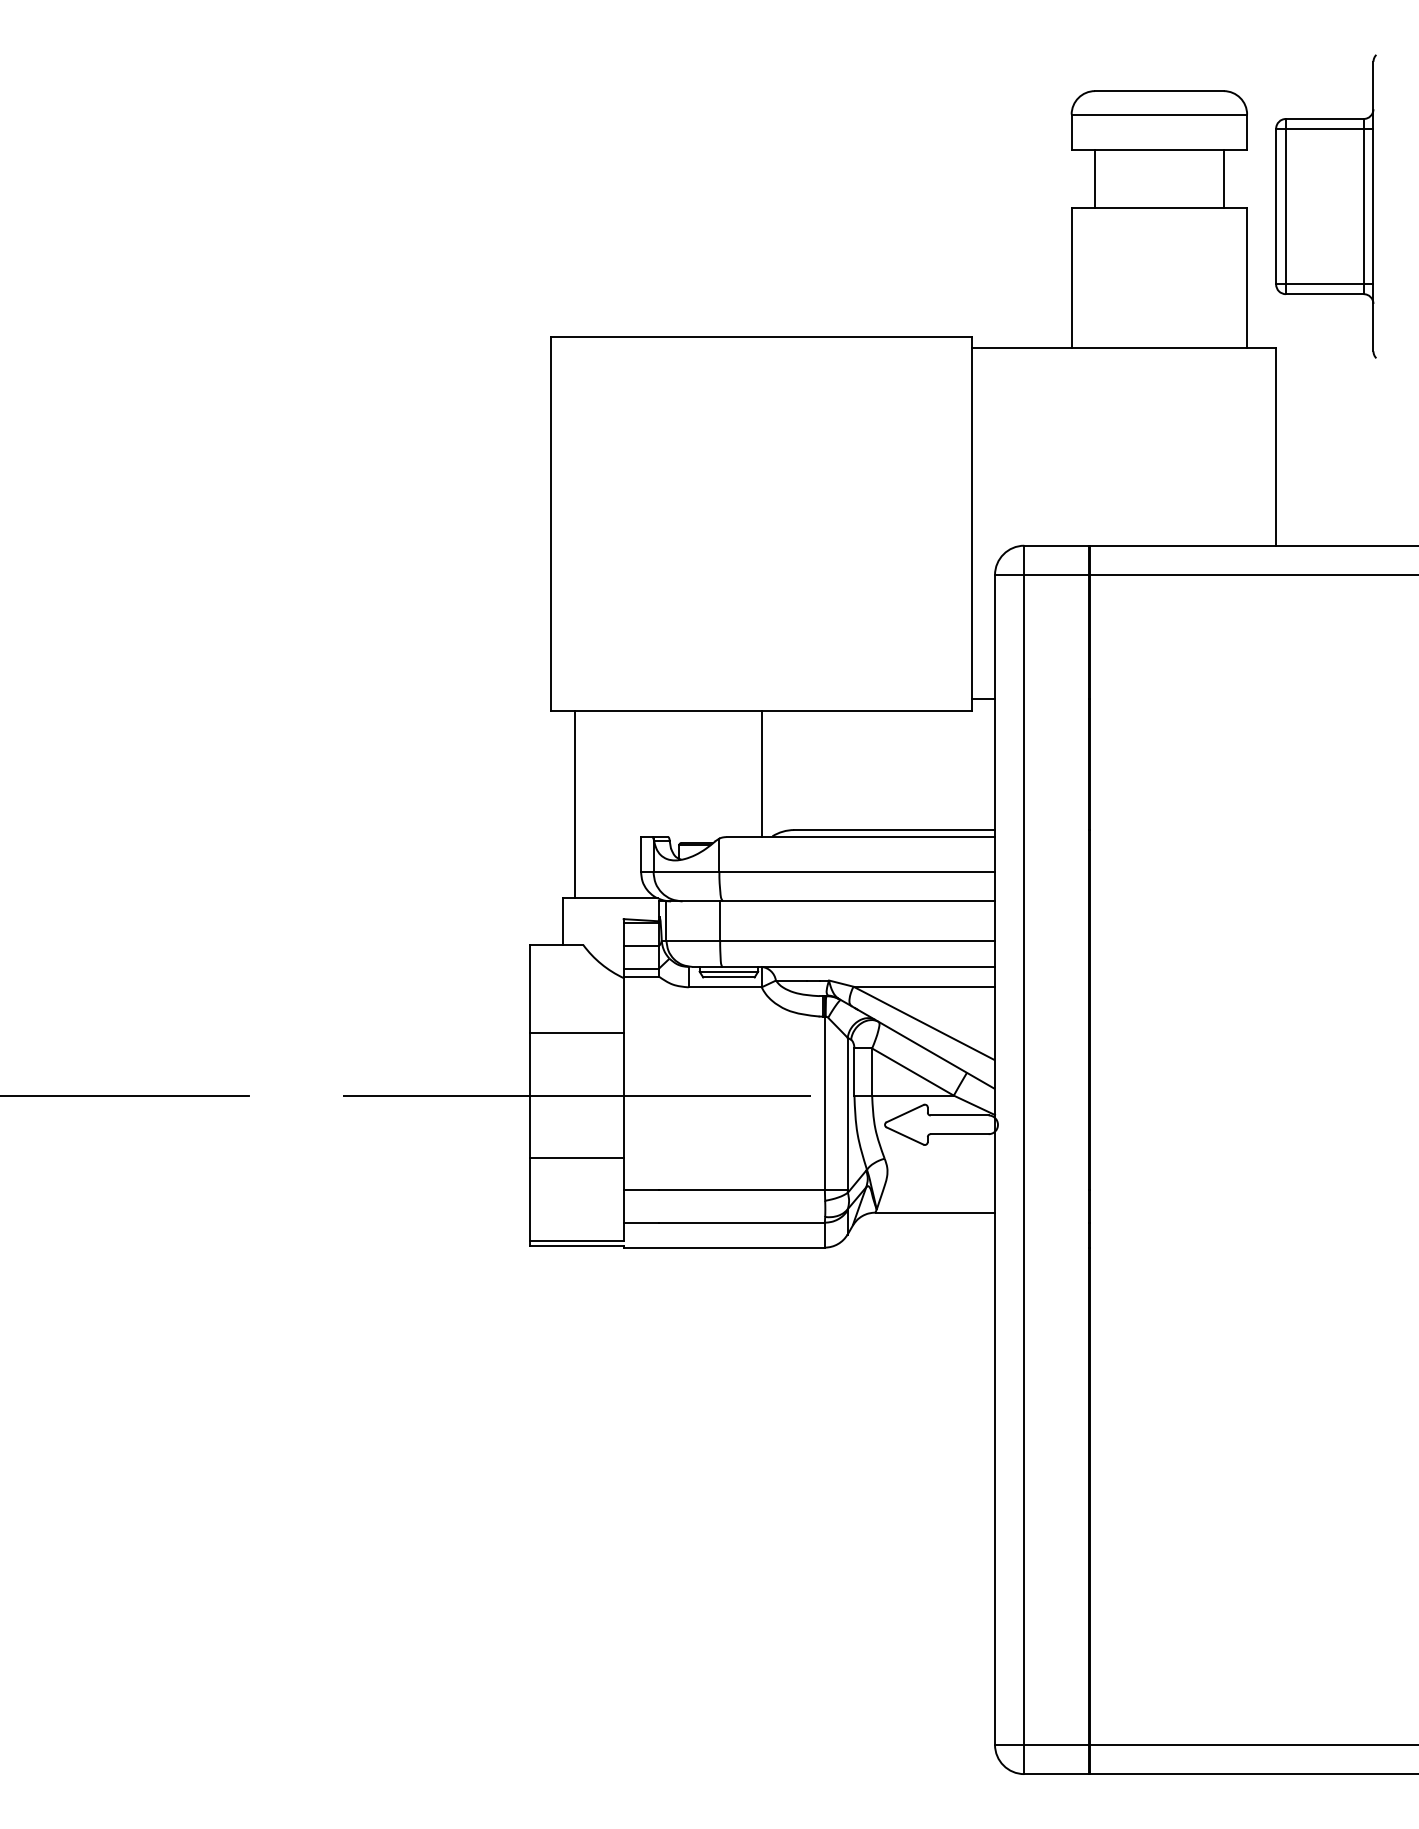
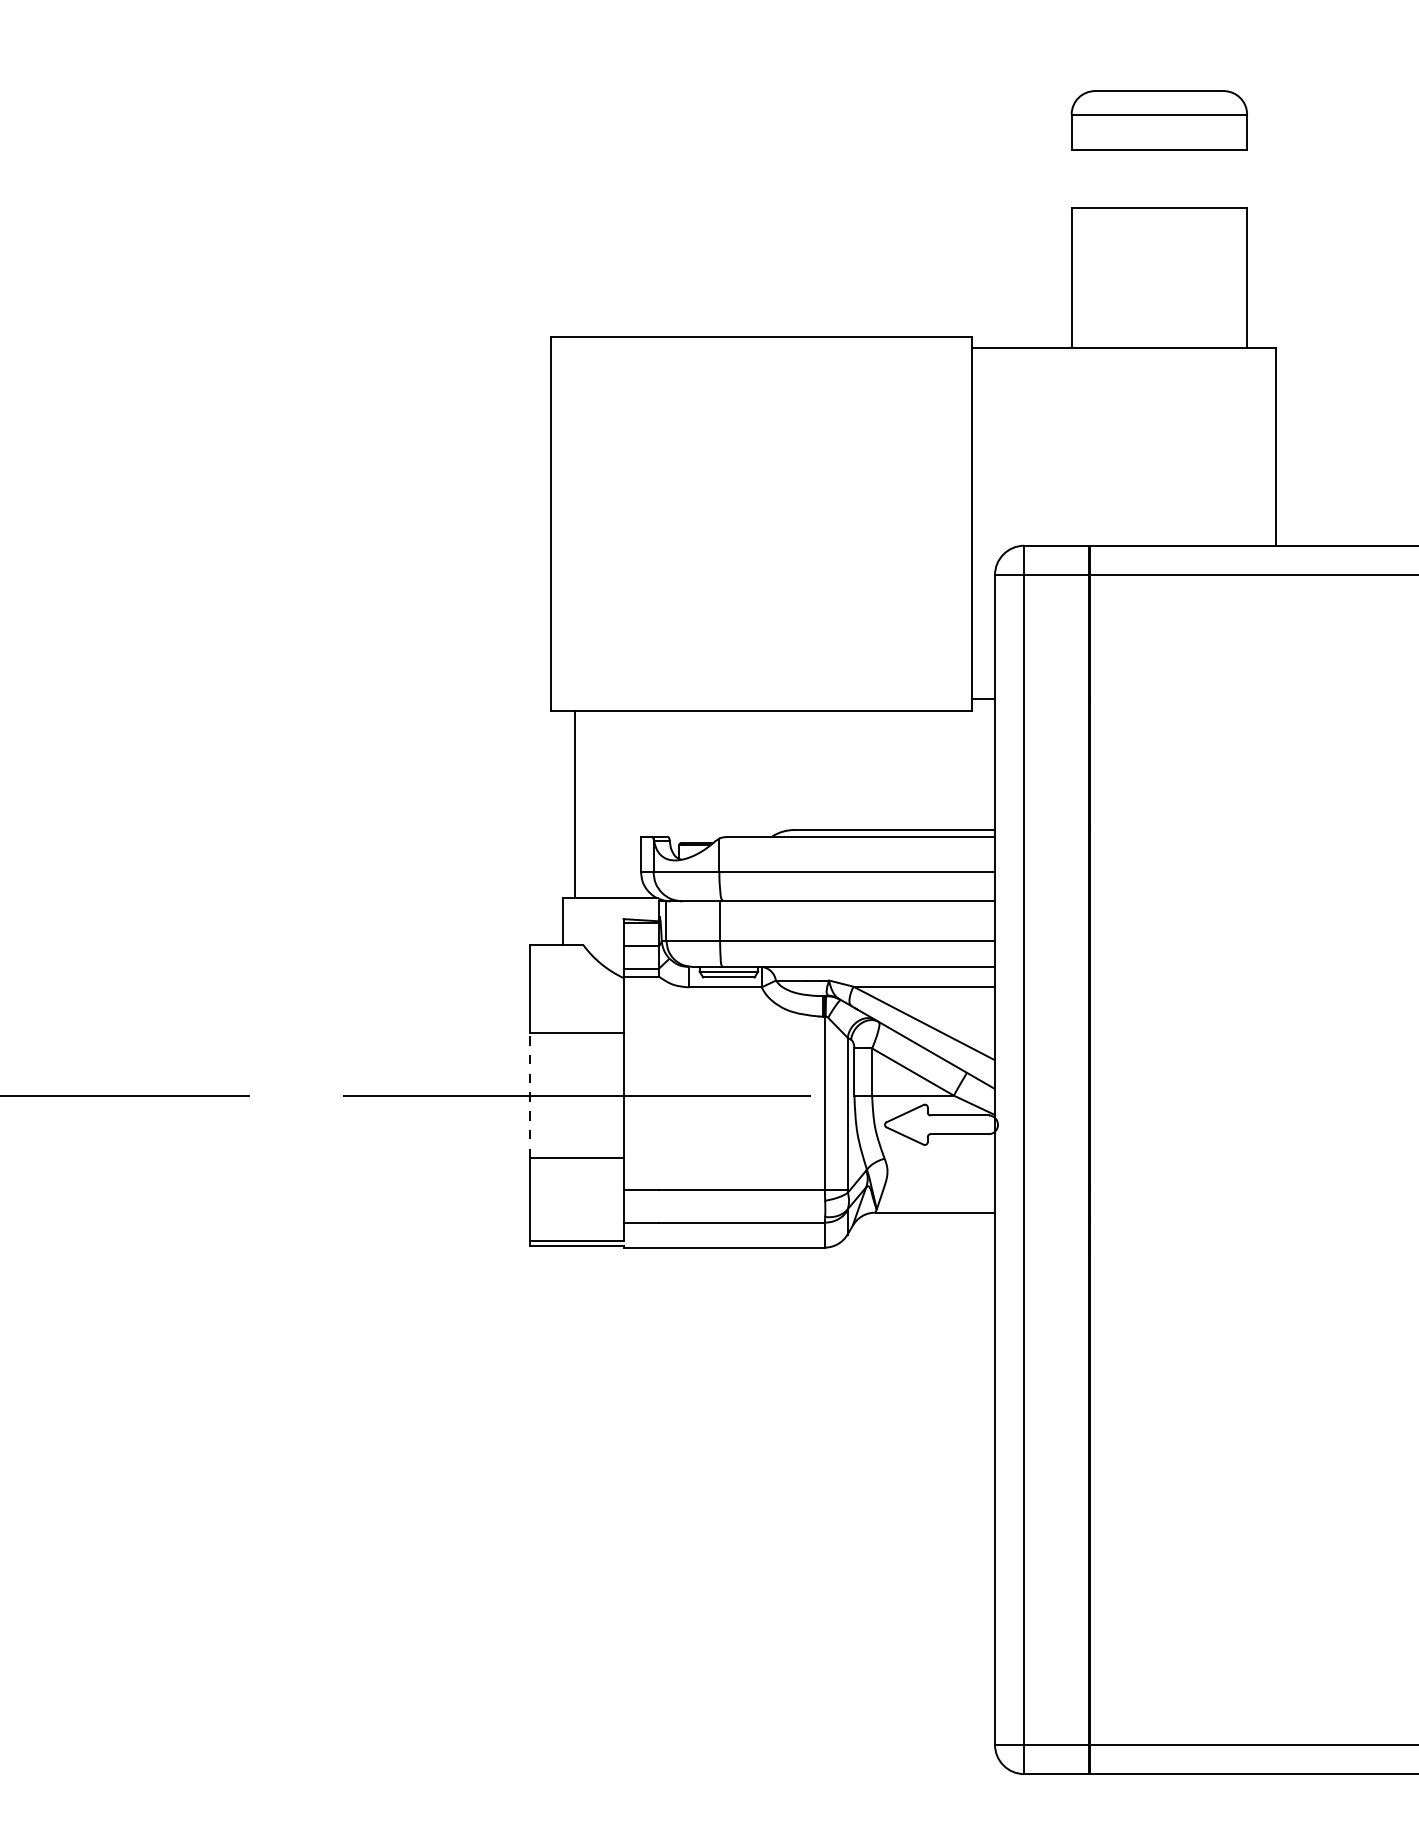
line at (1095, 178): present -> none
line at (1223, 178): present -> none
part at (1325, 206): present -> none
line at (761, 774): present -> none
line at (530, 1095): solid -> dashed
